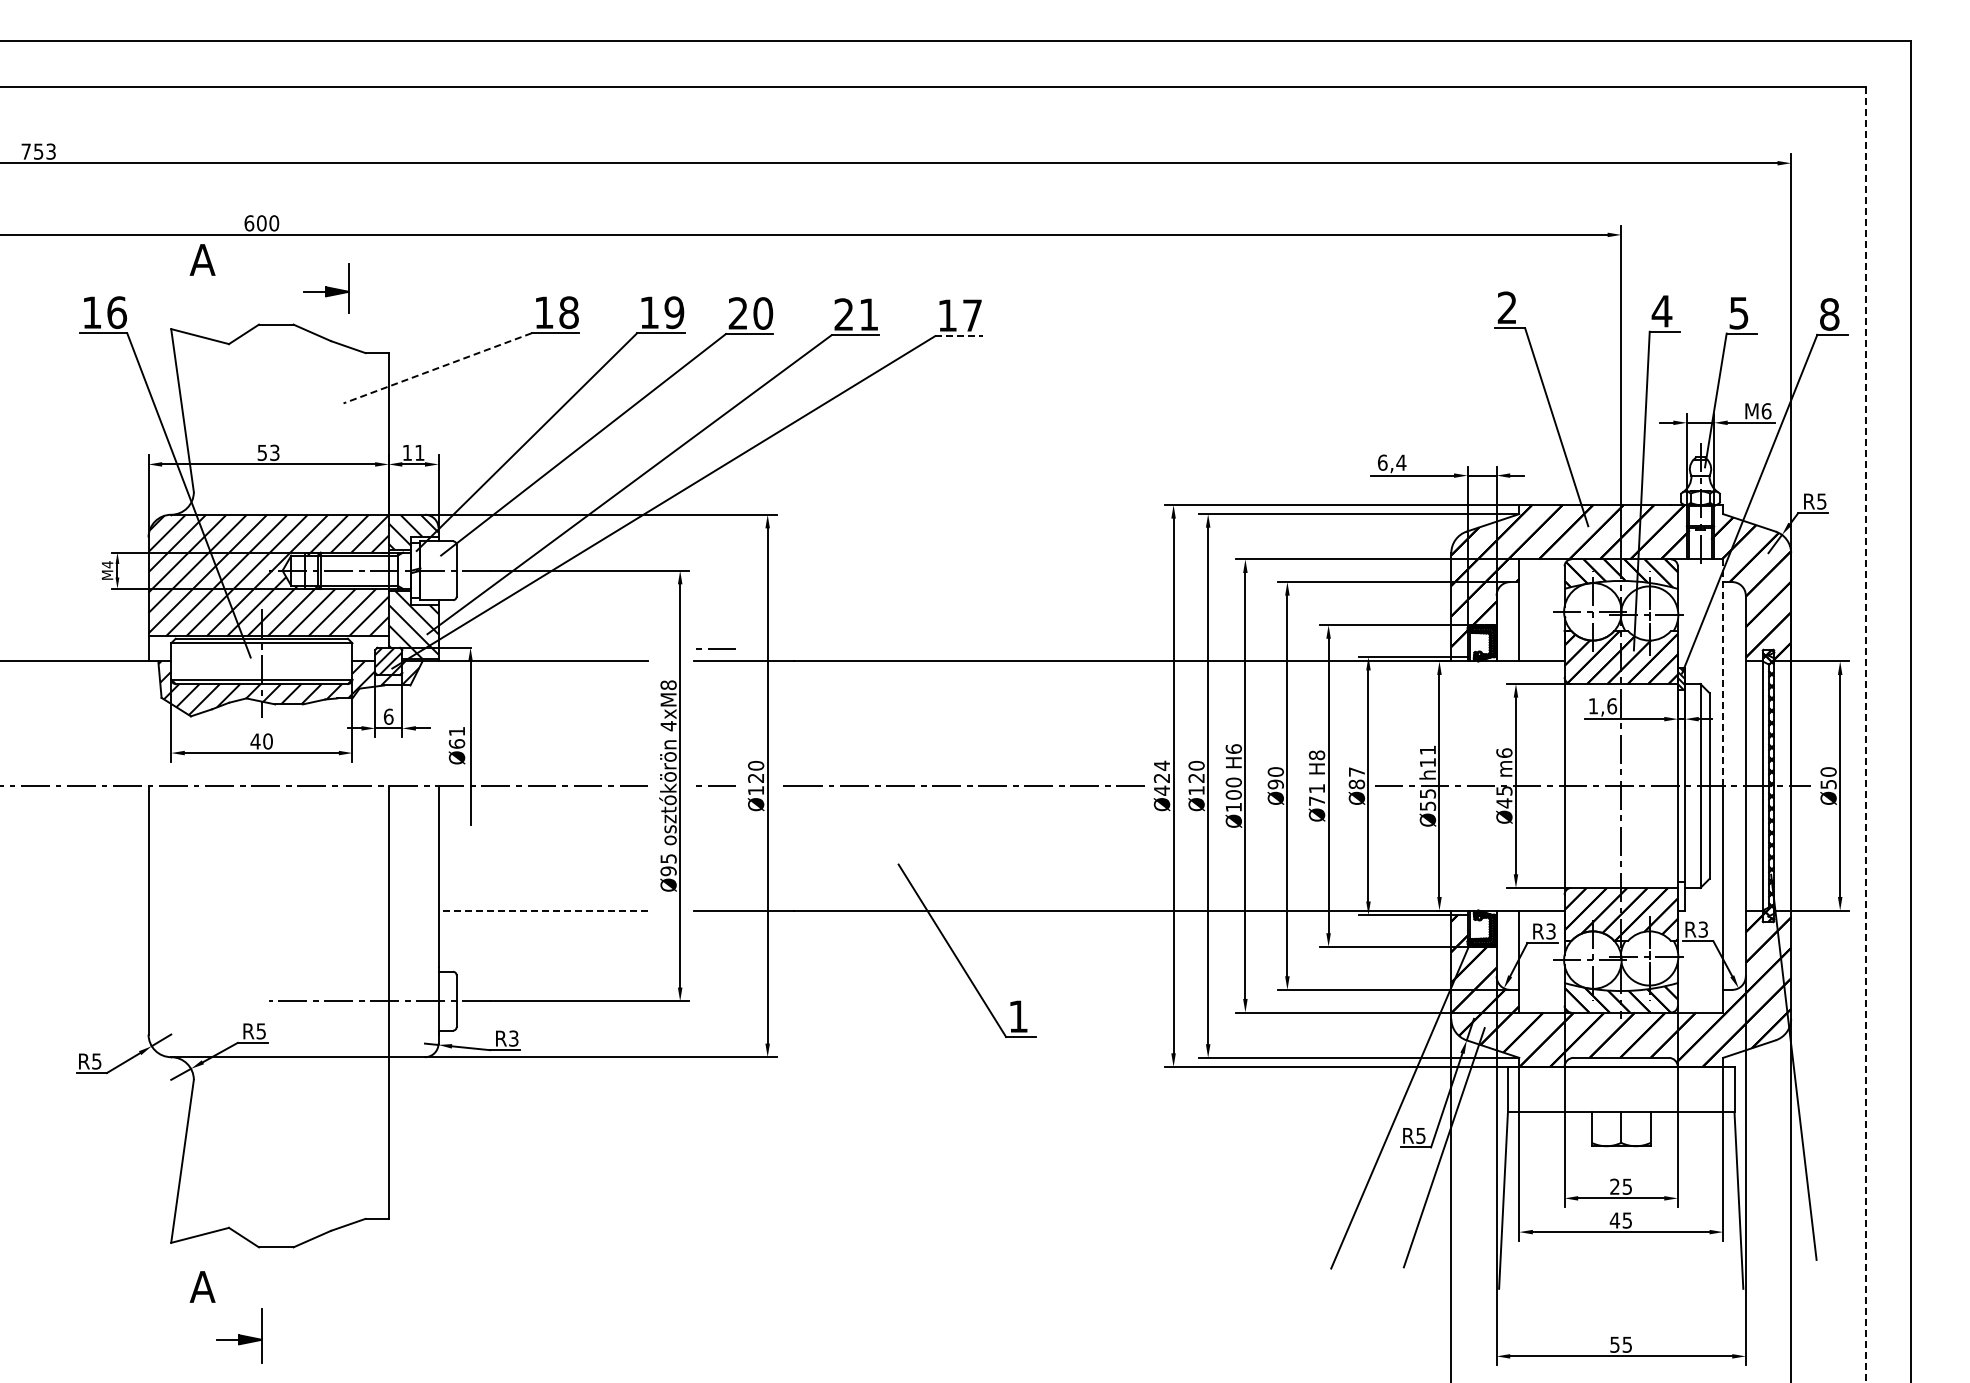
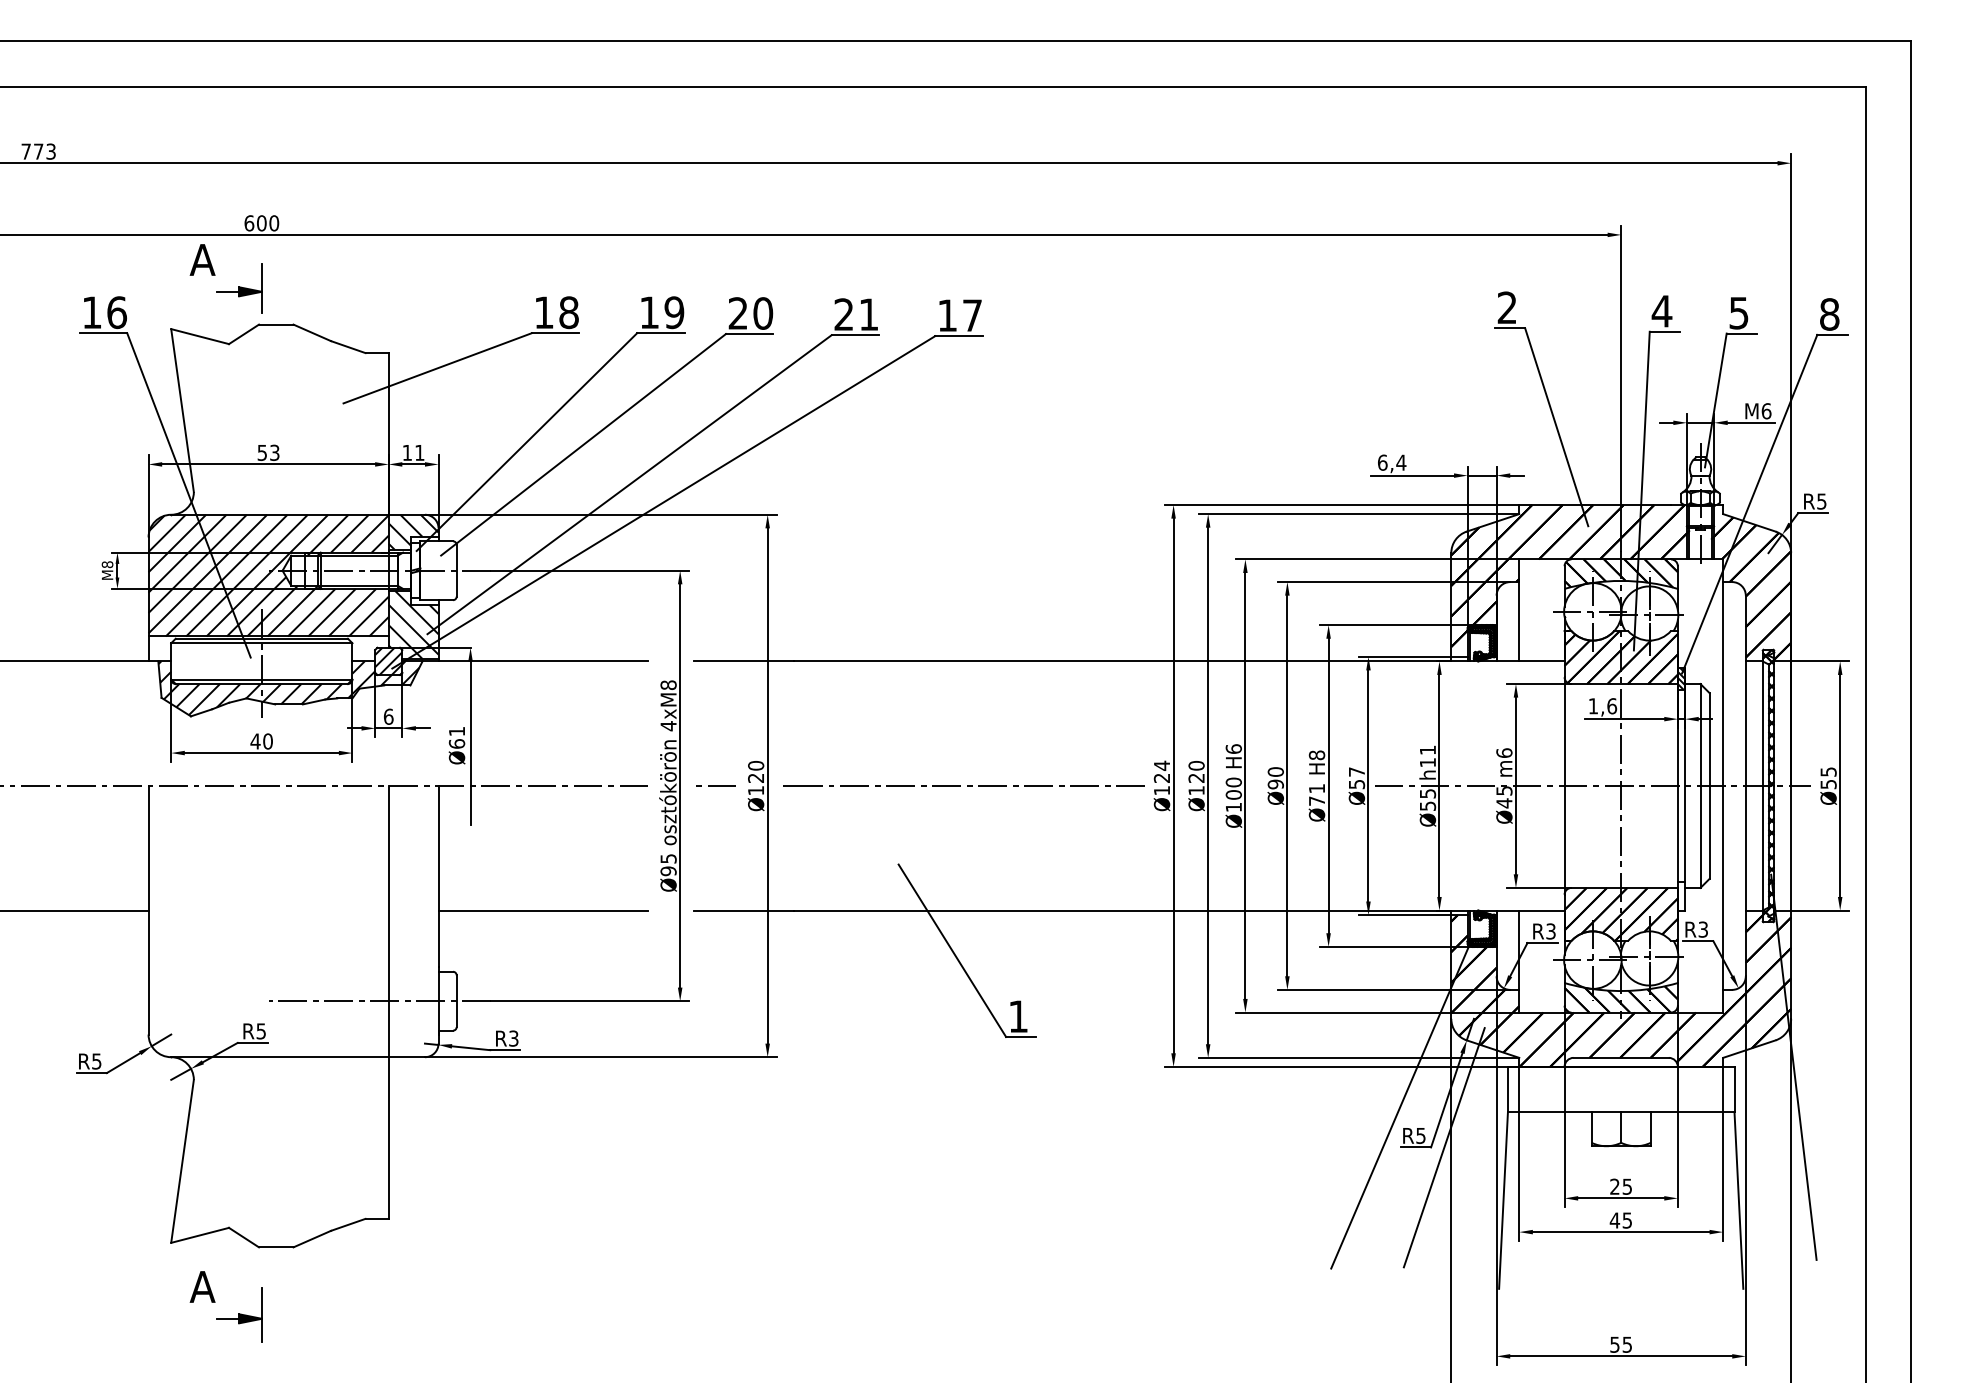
text at (38, 151): 753 -> 773
part at (326, 288) position: (326, 288) -> (239, 288)
line at (958, 336): dashed -> solid
line at (437, 368): dashed -> solid
text at (107, 564): M4 -> M8
line at (715, 648): present -> none
line at (1723, 673): dashed -> solid
line at (1865, 734): dashed -> solid
text at (1828, 771): Ø50 -> Ø55
text at (1356, 784): Ø87 -> Ø57
text at (1161, 790): Ø424 -> Ø124
line at (75, 910): none -> present
line at (543, 910): dashed -> solid
part at (239, 1335) position: (239, 1335) -> (239, 1314)
